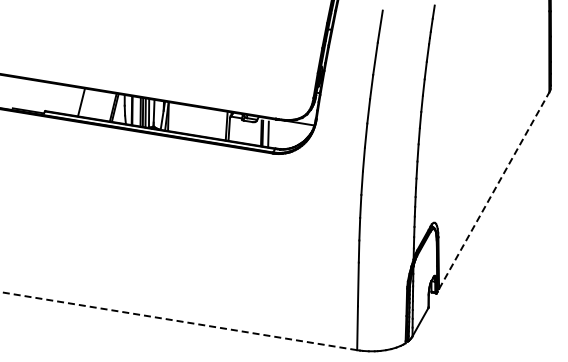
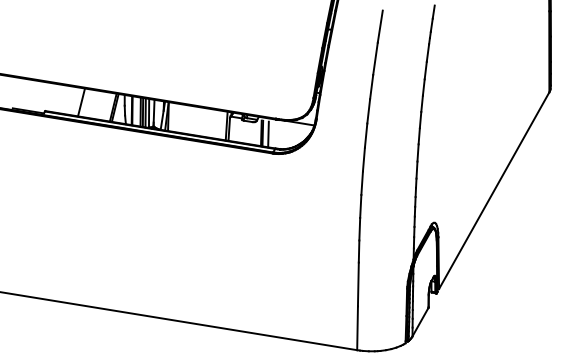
line at (494, 190): dashed -> solid
line at (178, 321): dashed -> solid
